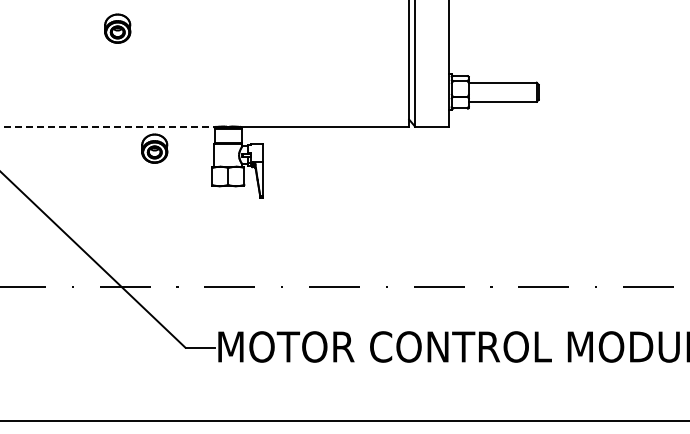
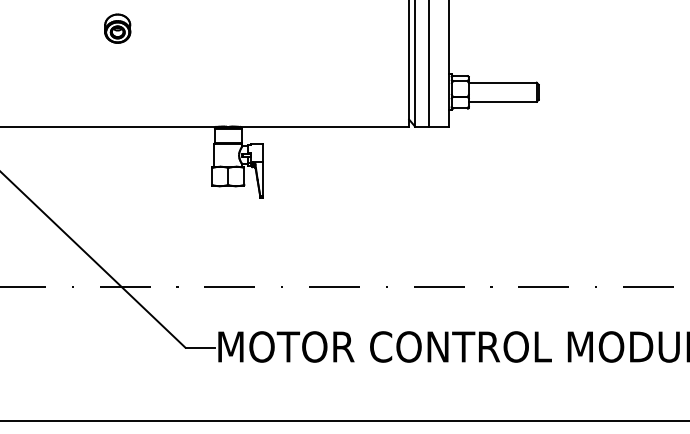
line at (429, 64): none -> present
line at (108, 127): dashed -> solid
part at (154, 148): present -> none
